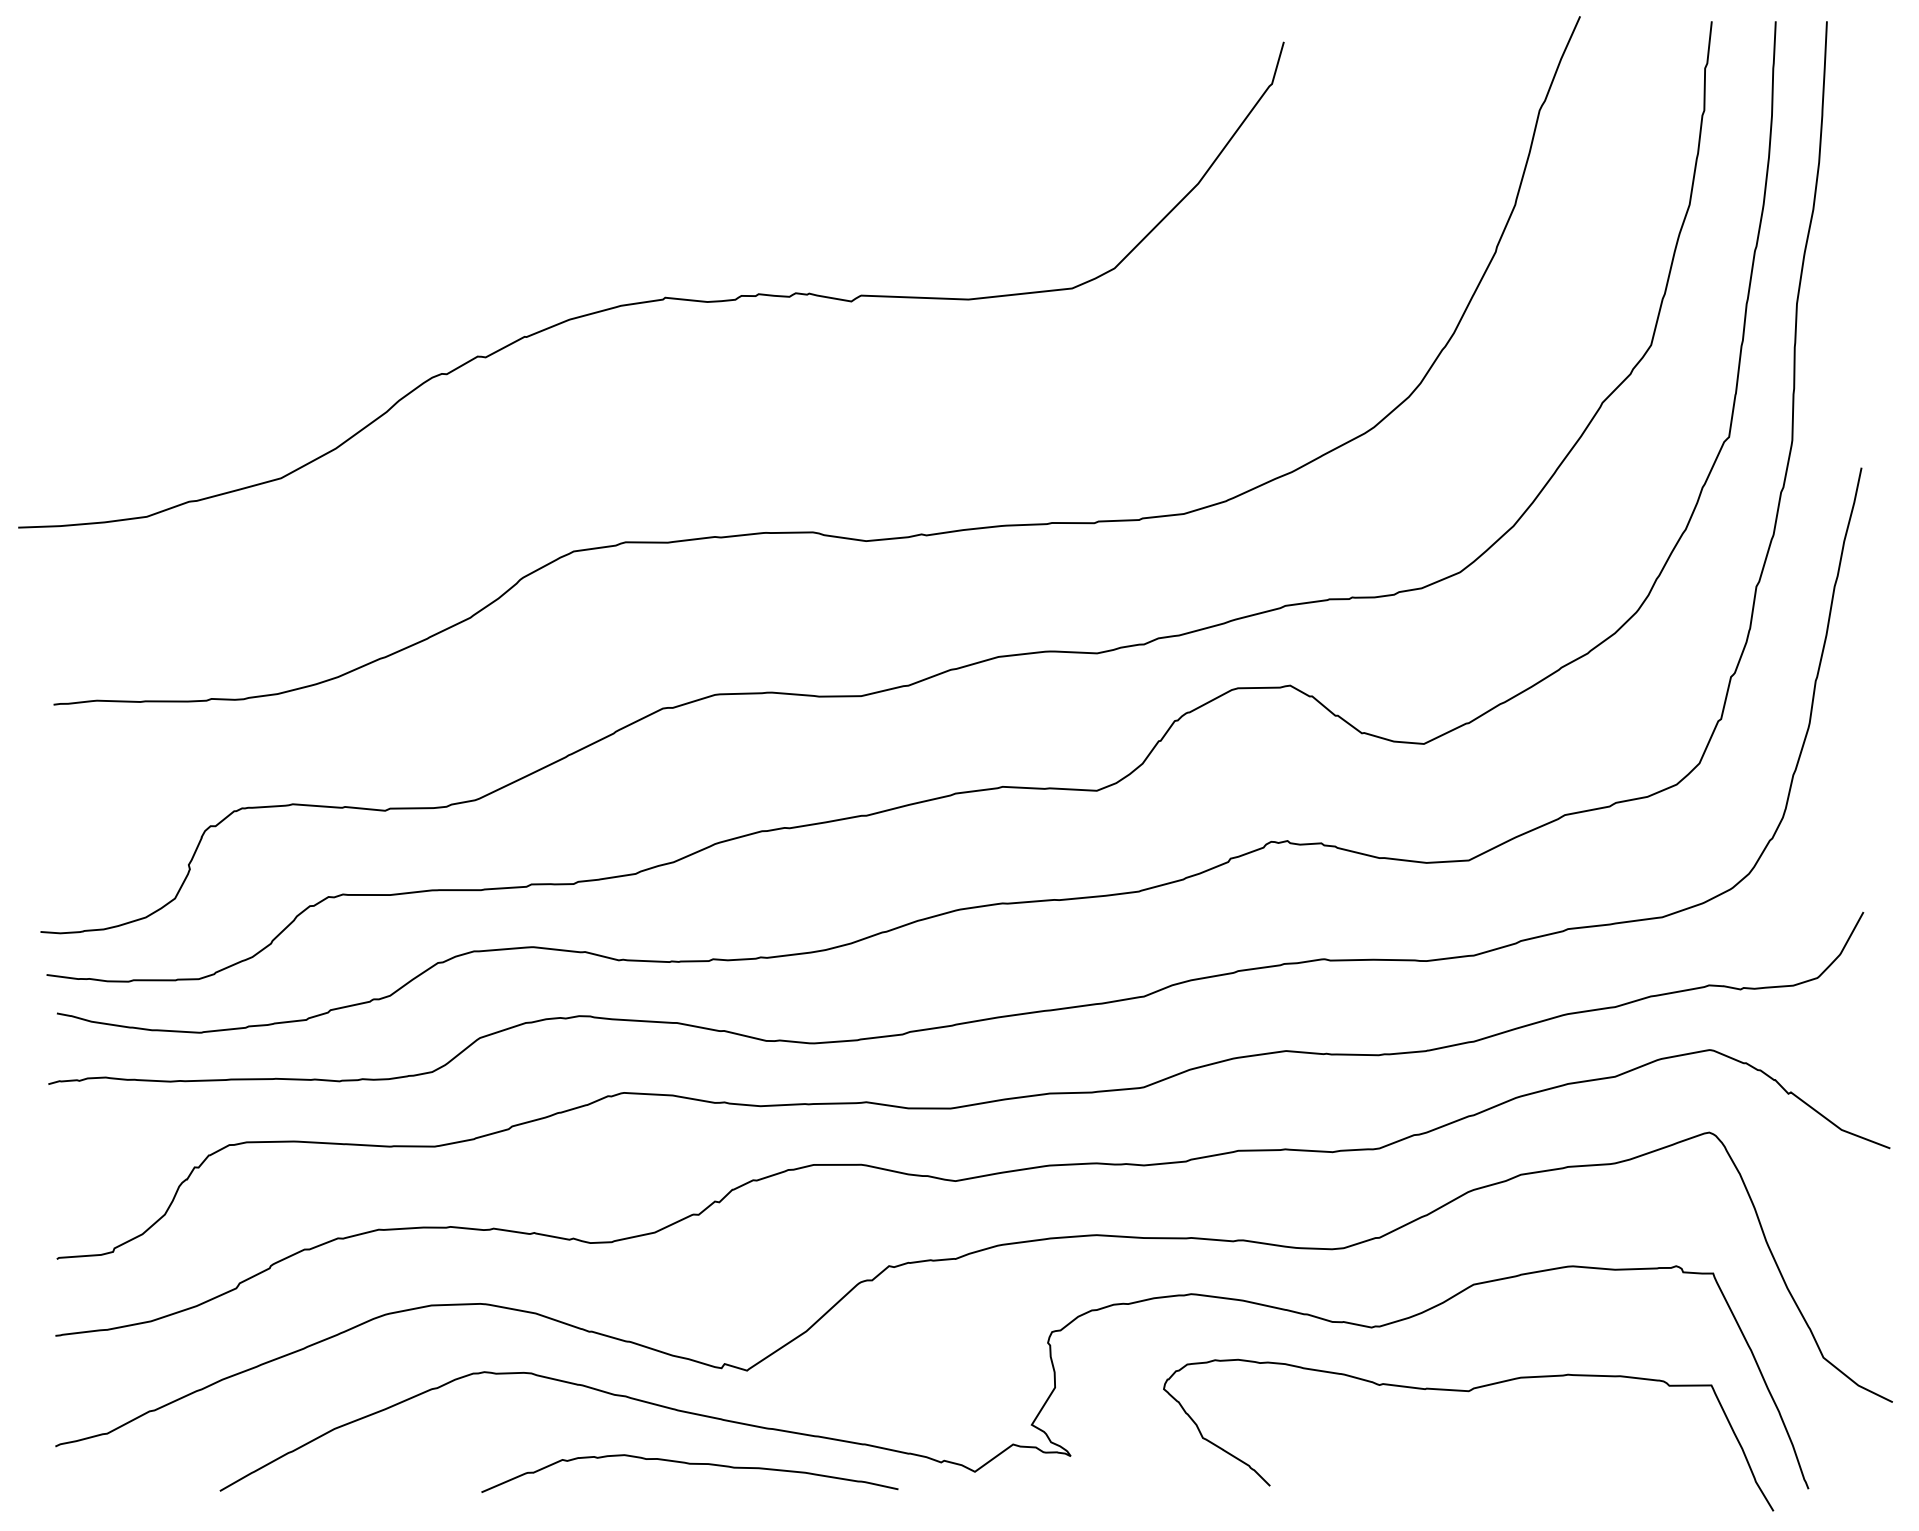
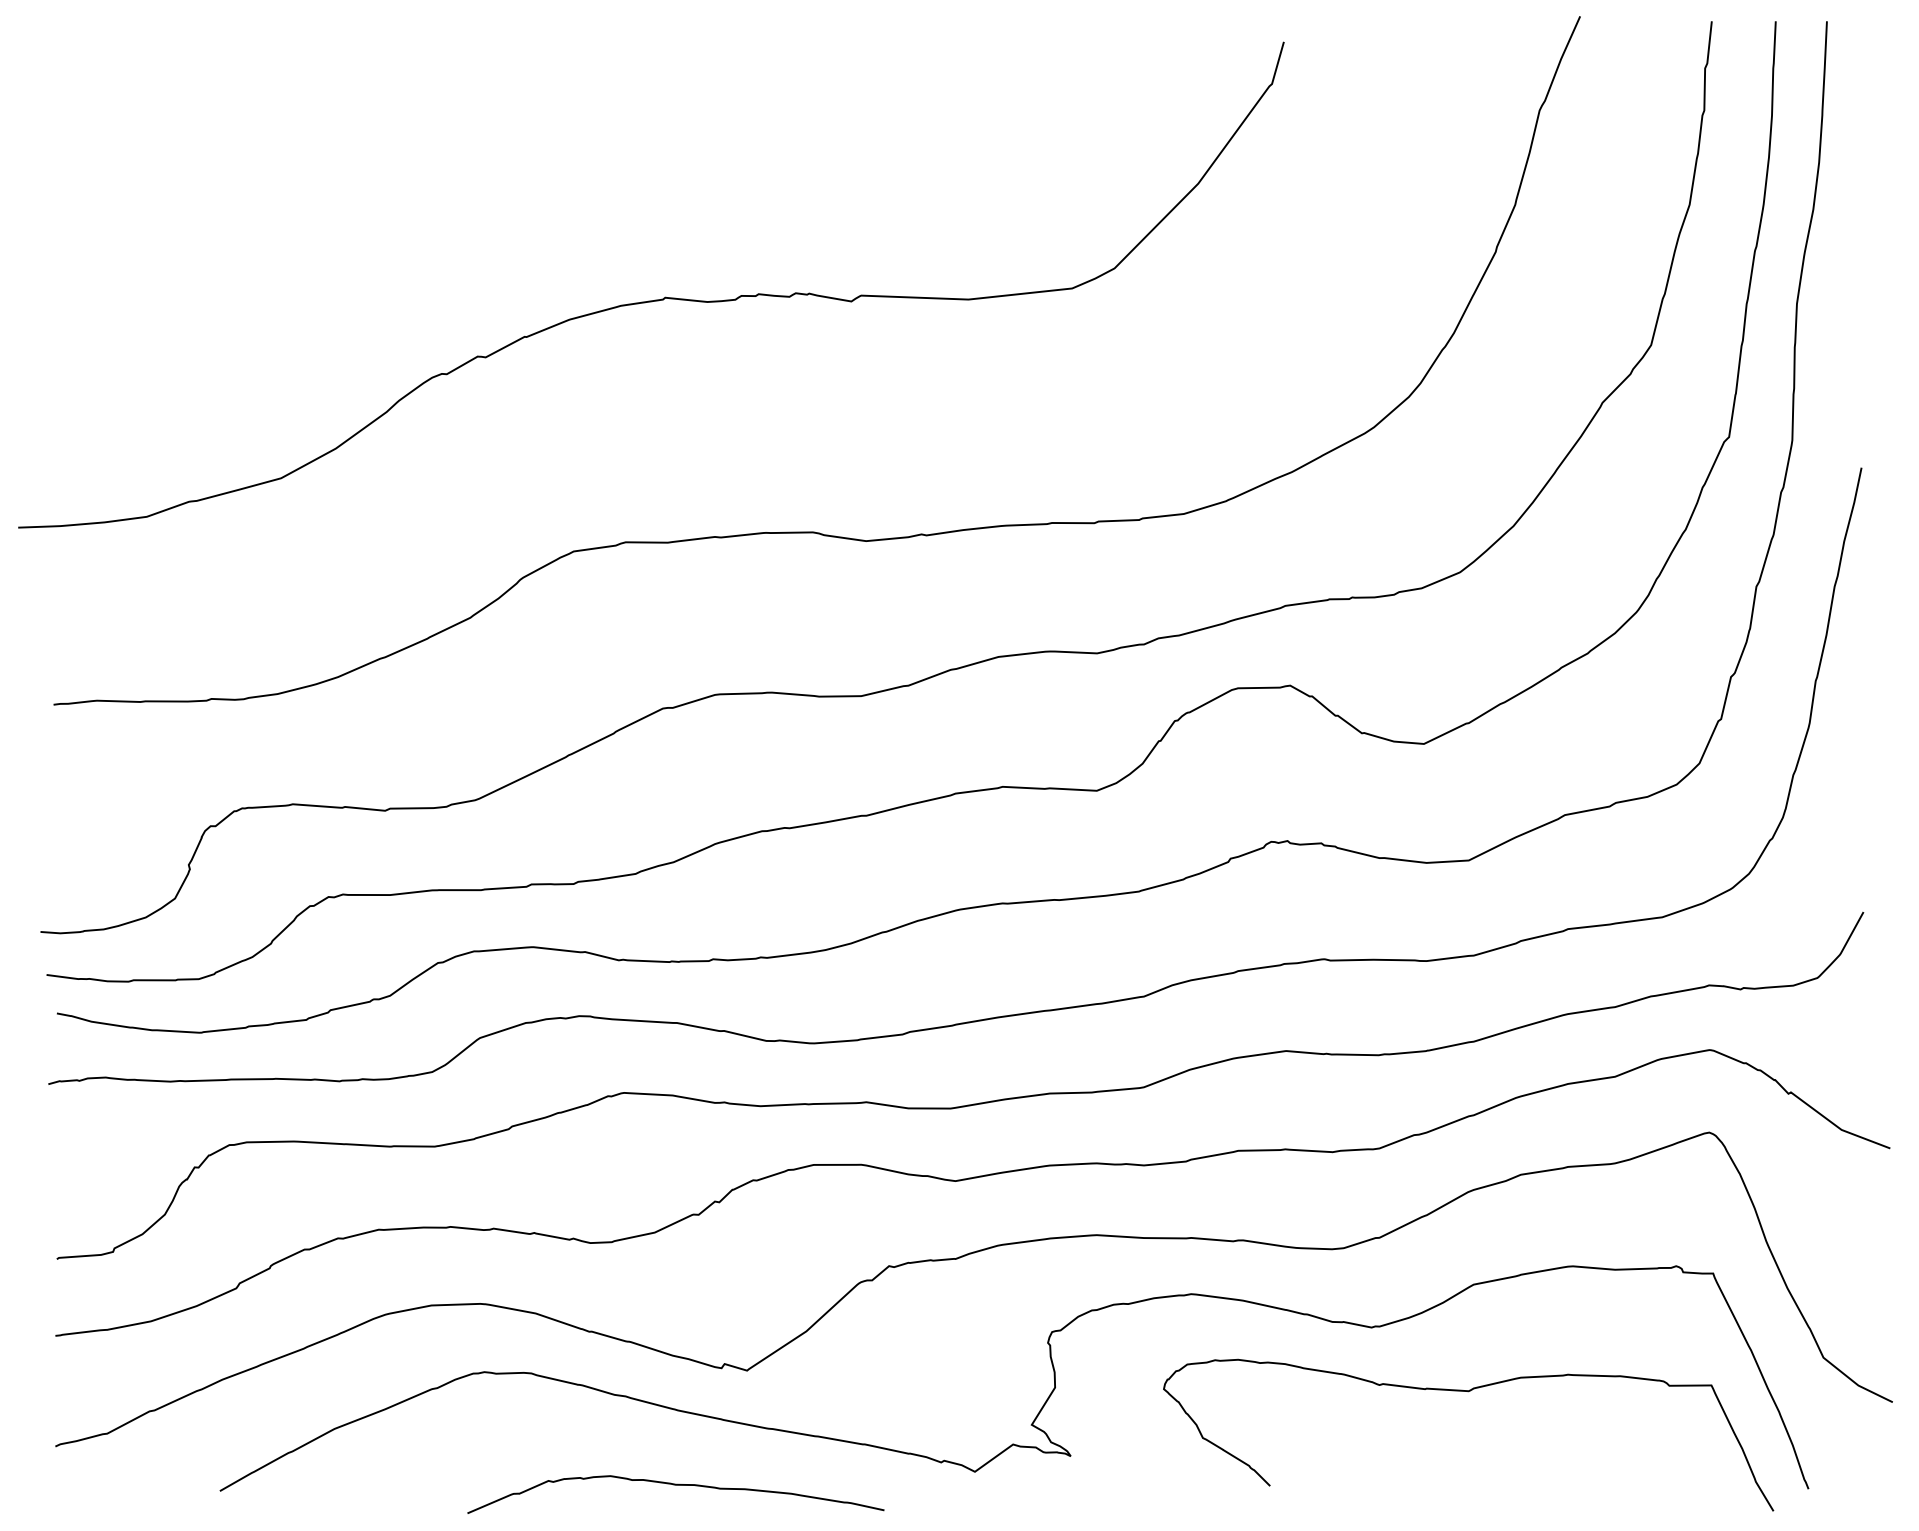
curve at (689, 1464) position: (689, 1464) -> (675, 1485)
